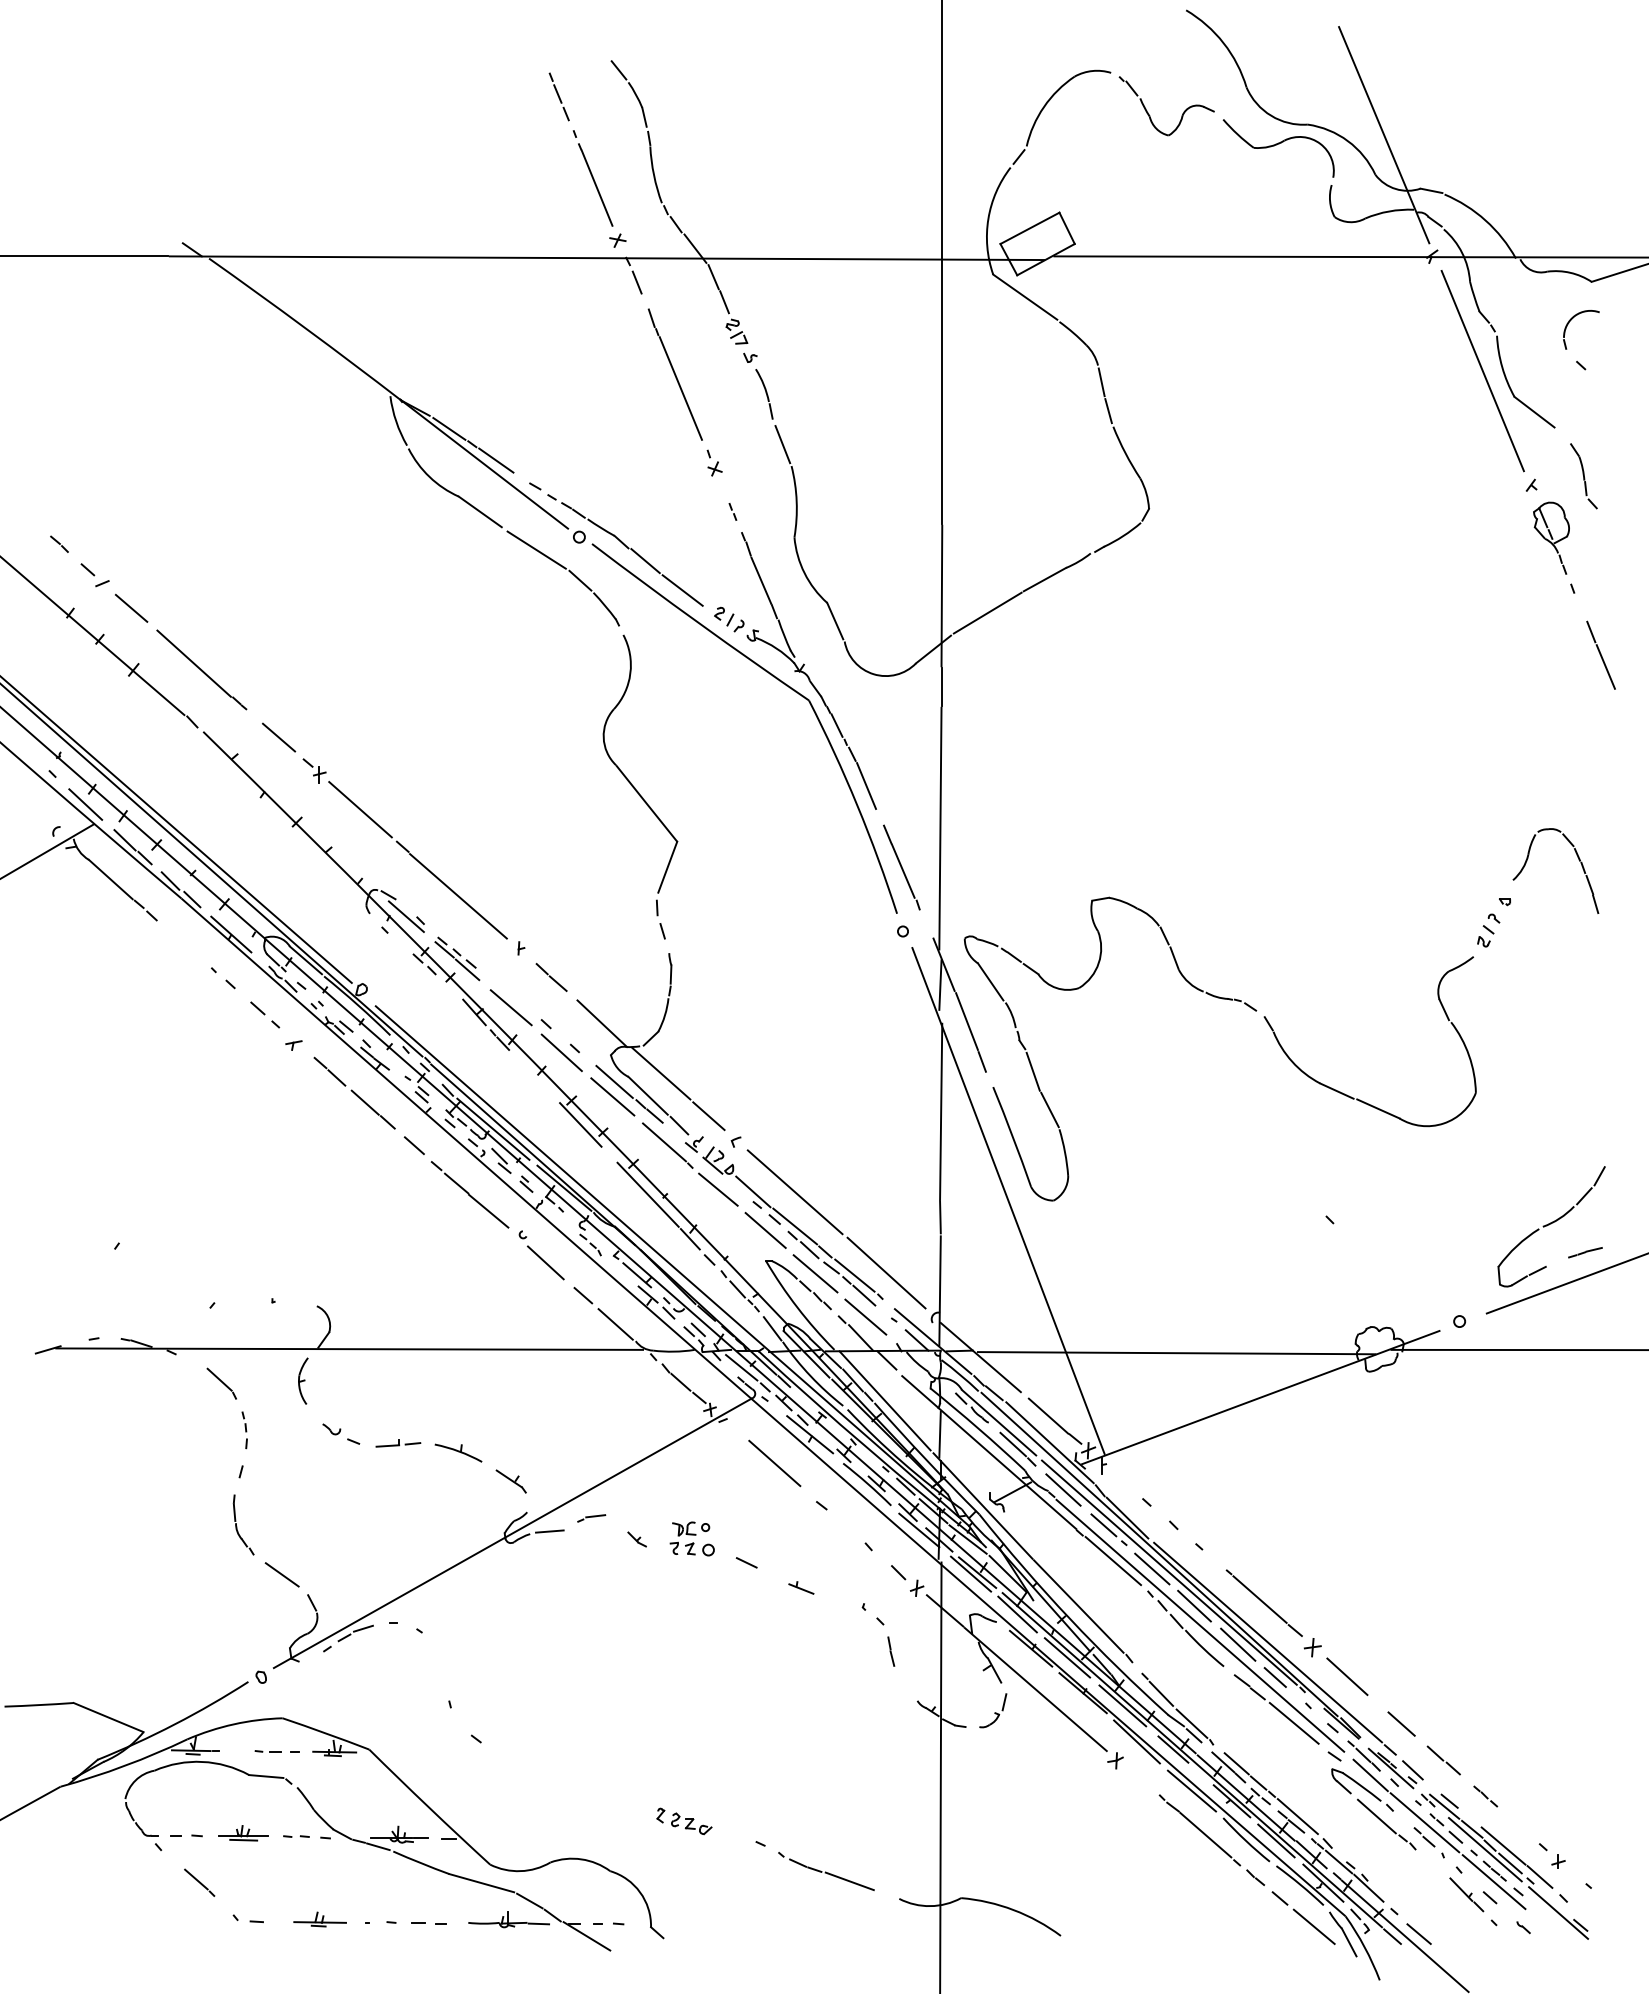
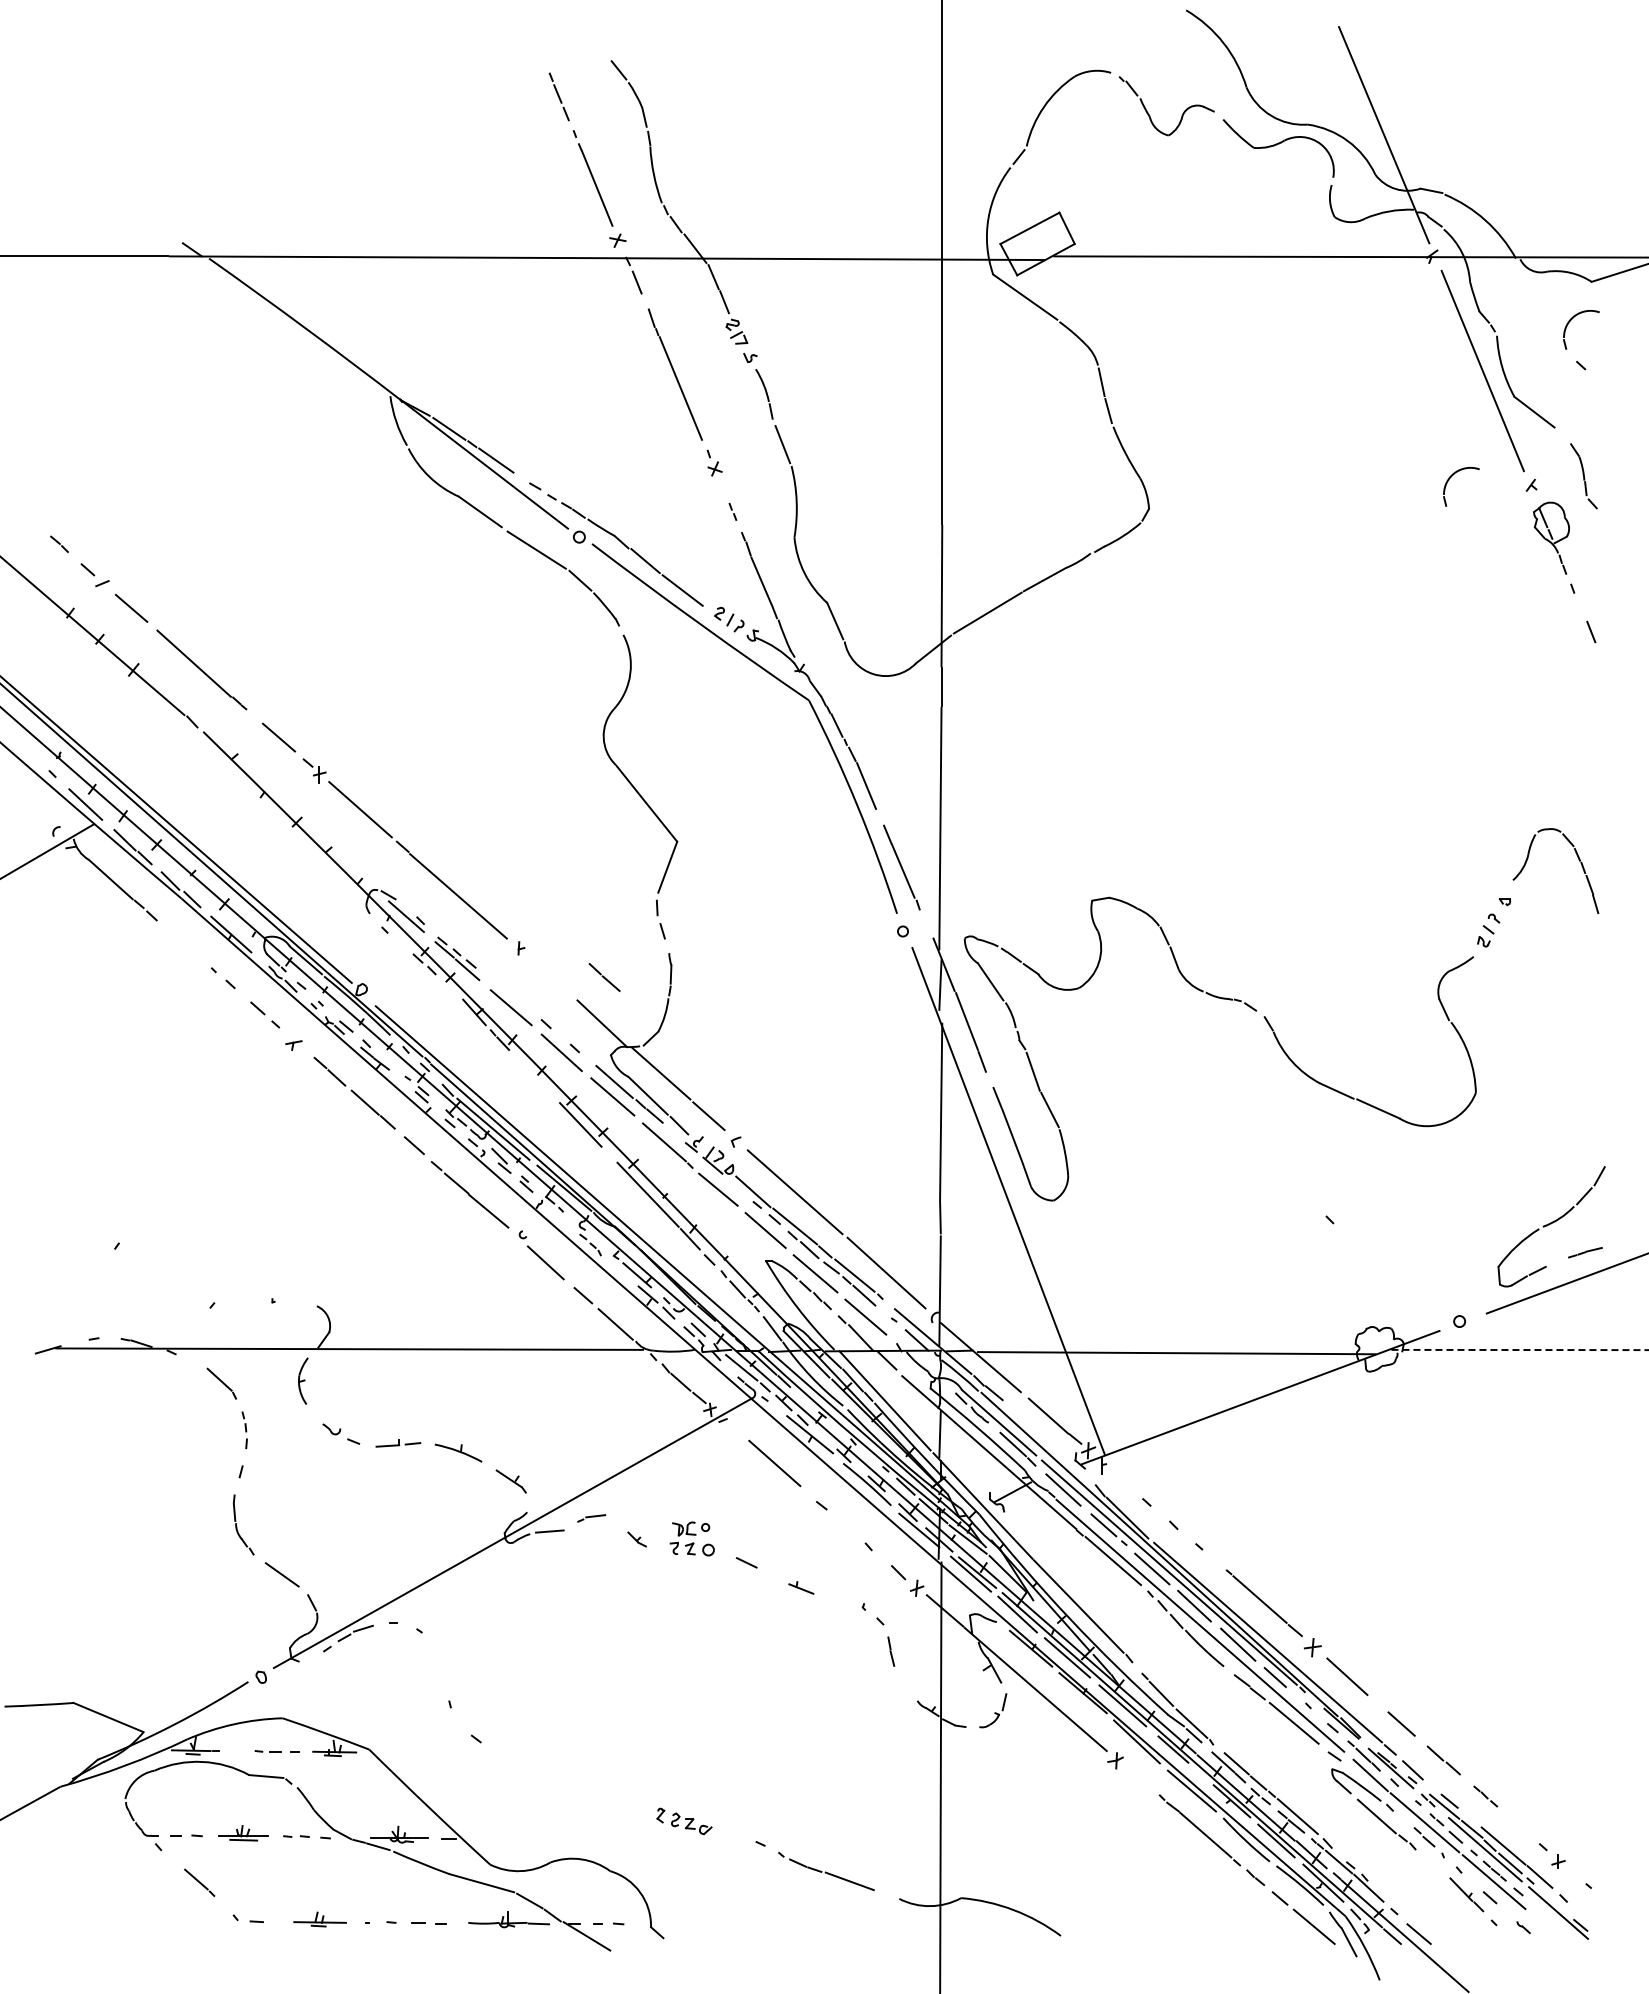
part at (1449, 480): none -> present
line at (1605, 666): present -> none
line at (551, 977) position: (551, 977) -> (604, 977)
line at (1520, 1350): solid -> dashed
line at (1049, 1442): present -> none
